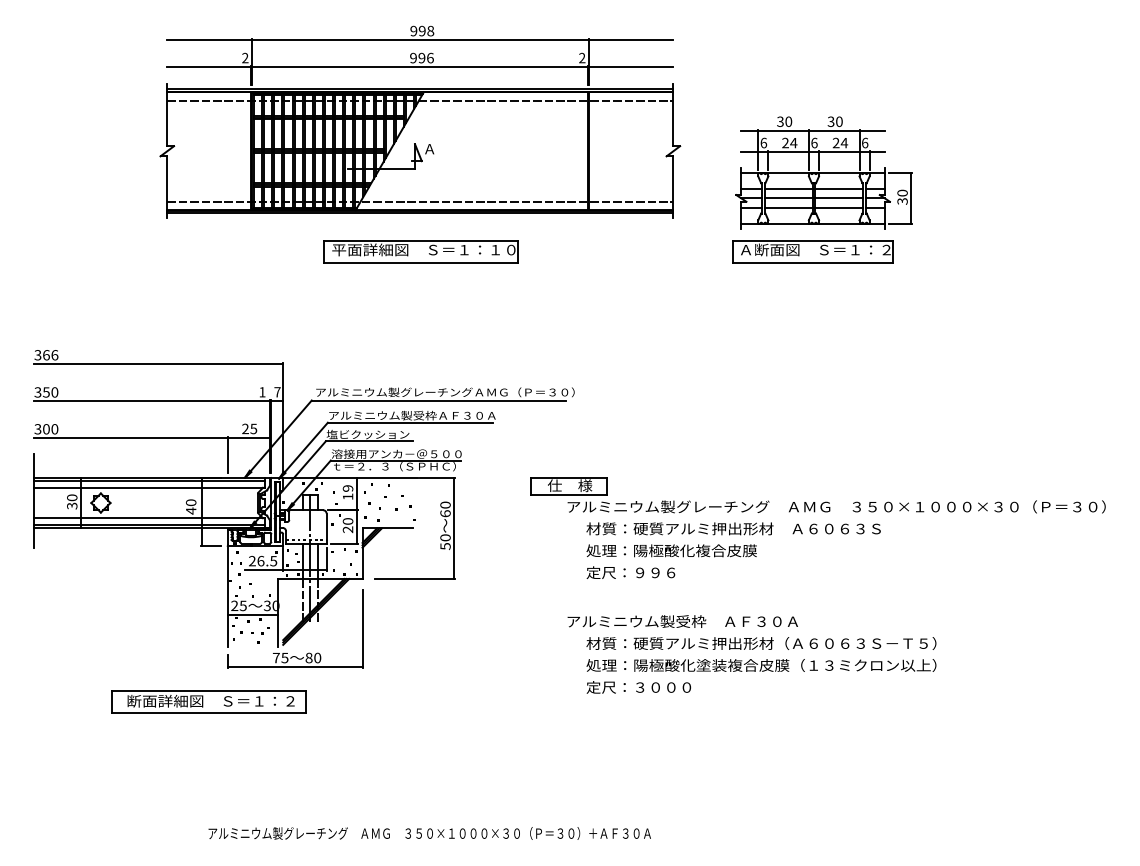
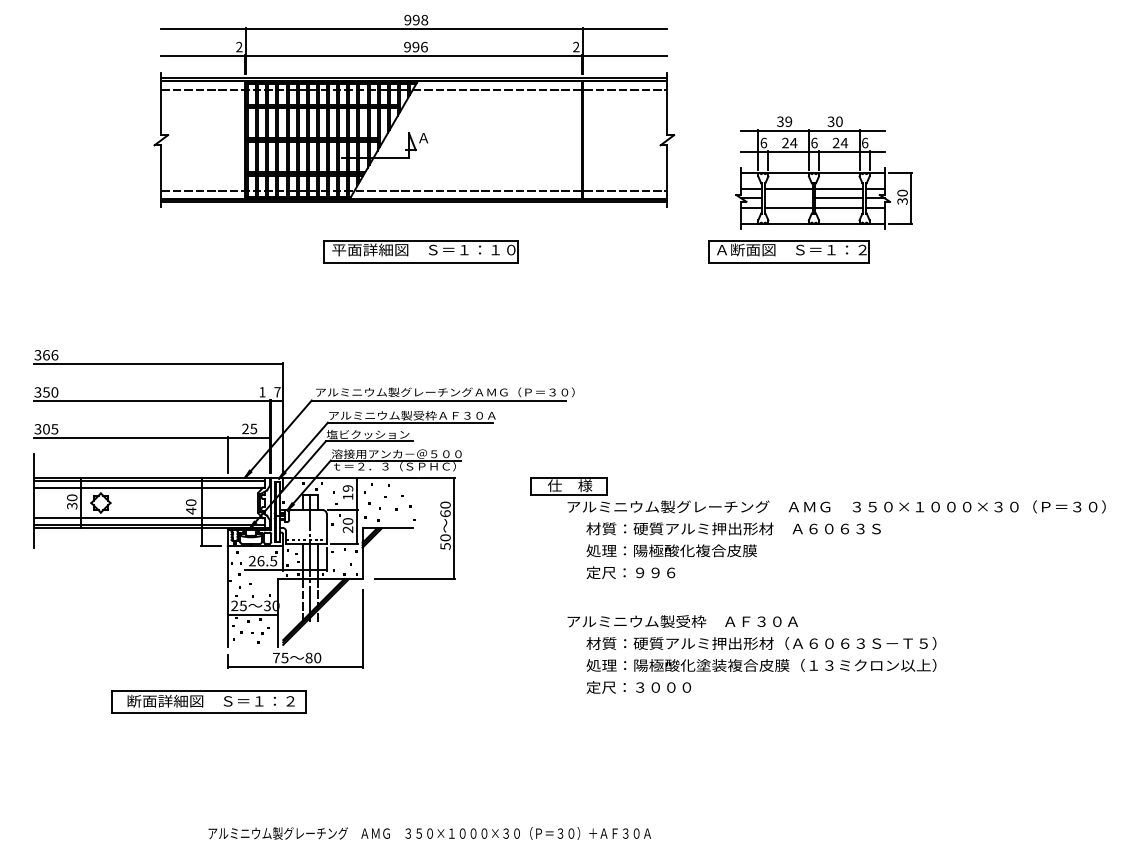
part at (420, 121) position: (420, 121) -> (414, 110)
text at (788, 121): 30 -> 39
line at (788, 198): present -> none
part at (812, 251) position: (812, 251) -> (788, 251)
text at (54, 429): 300 -> 305
